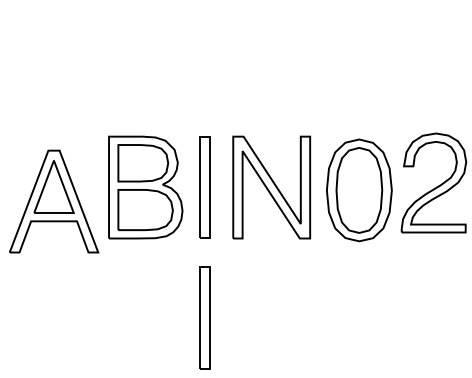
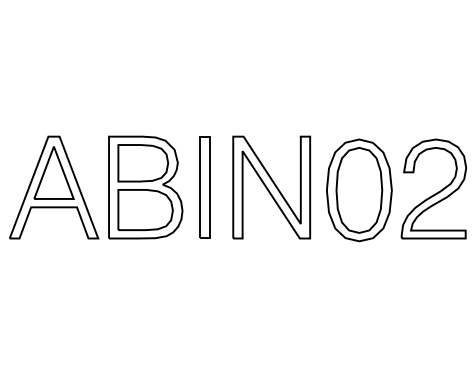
part at (433, 182) position: (433, 182) -> (433, 188)
part at (54, 201) position: (54, 201) -> (54, 187)
part at (204, 317): present -> none
